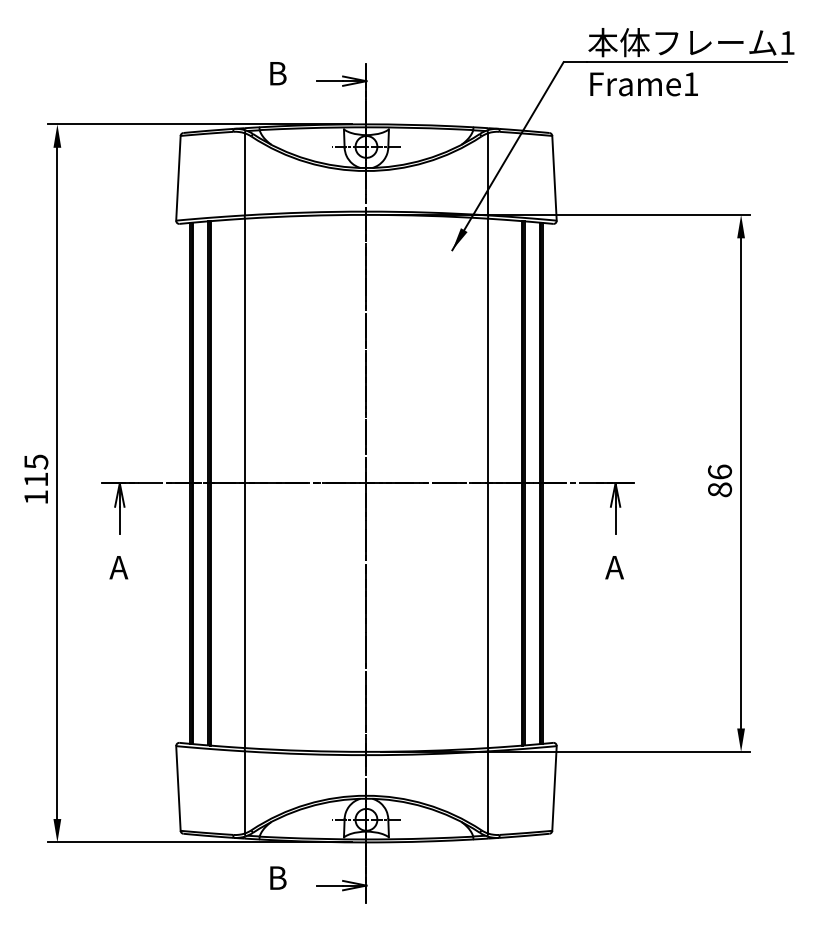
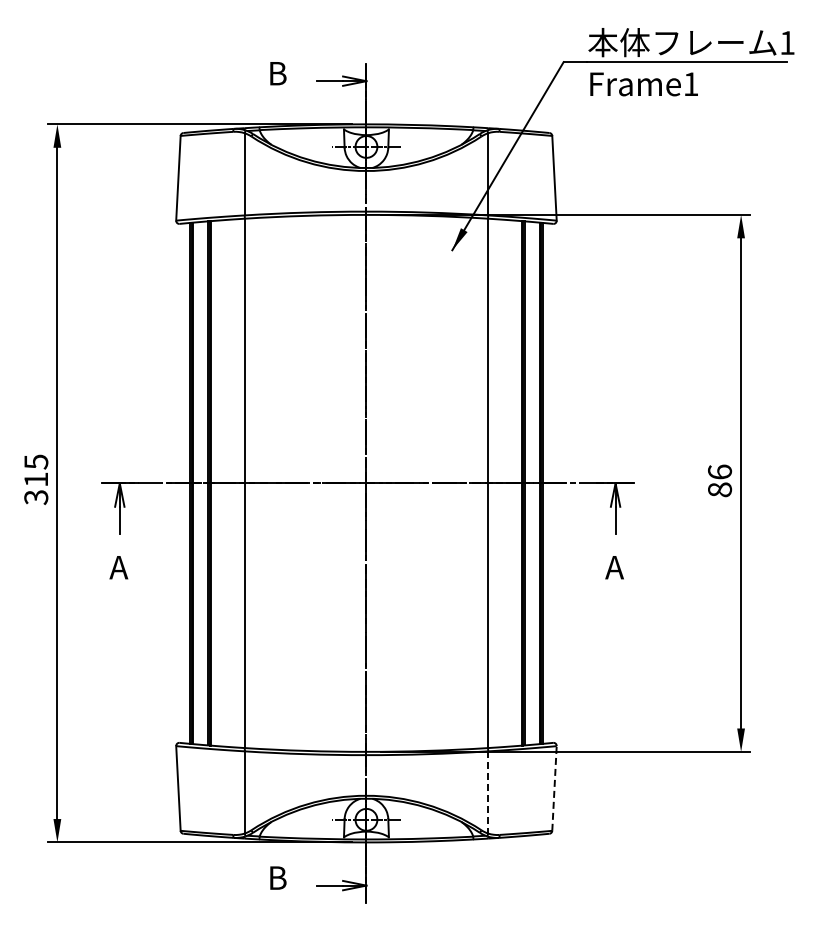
text at (36, 497): 115 -> 315
line at (554, 787): solid -> dashed
line at (488, 792): solid -> dashed
